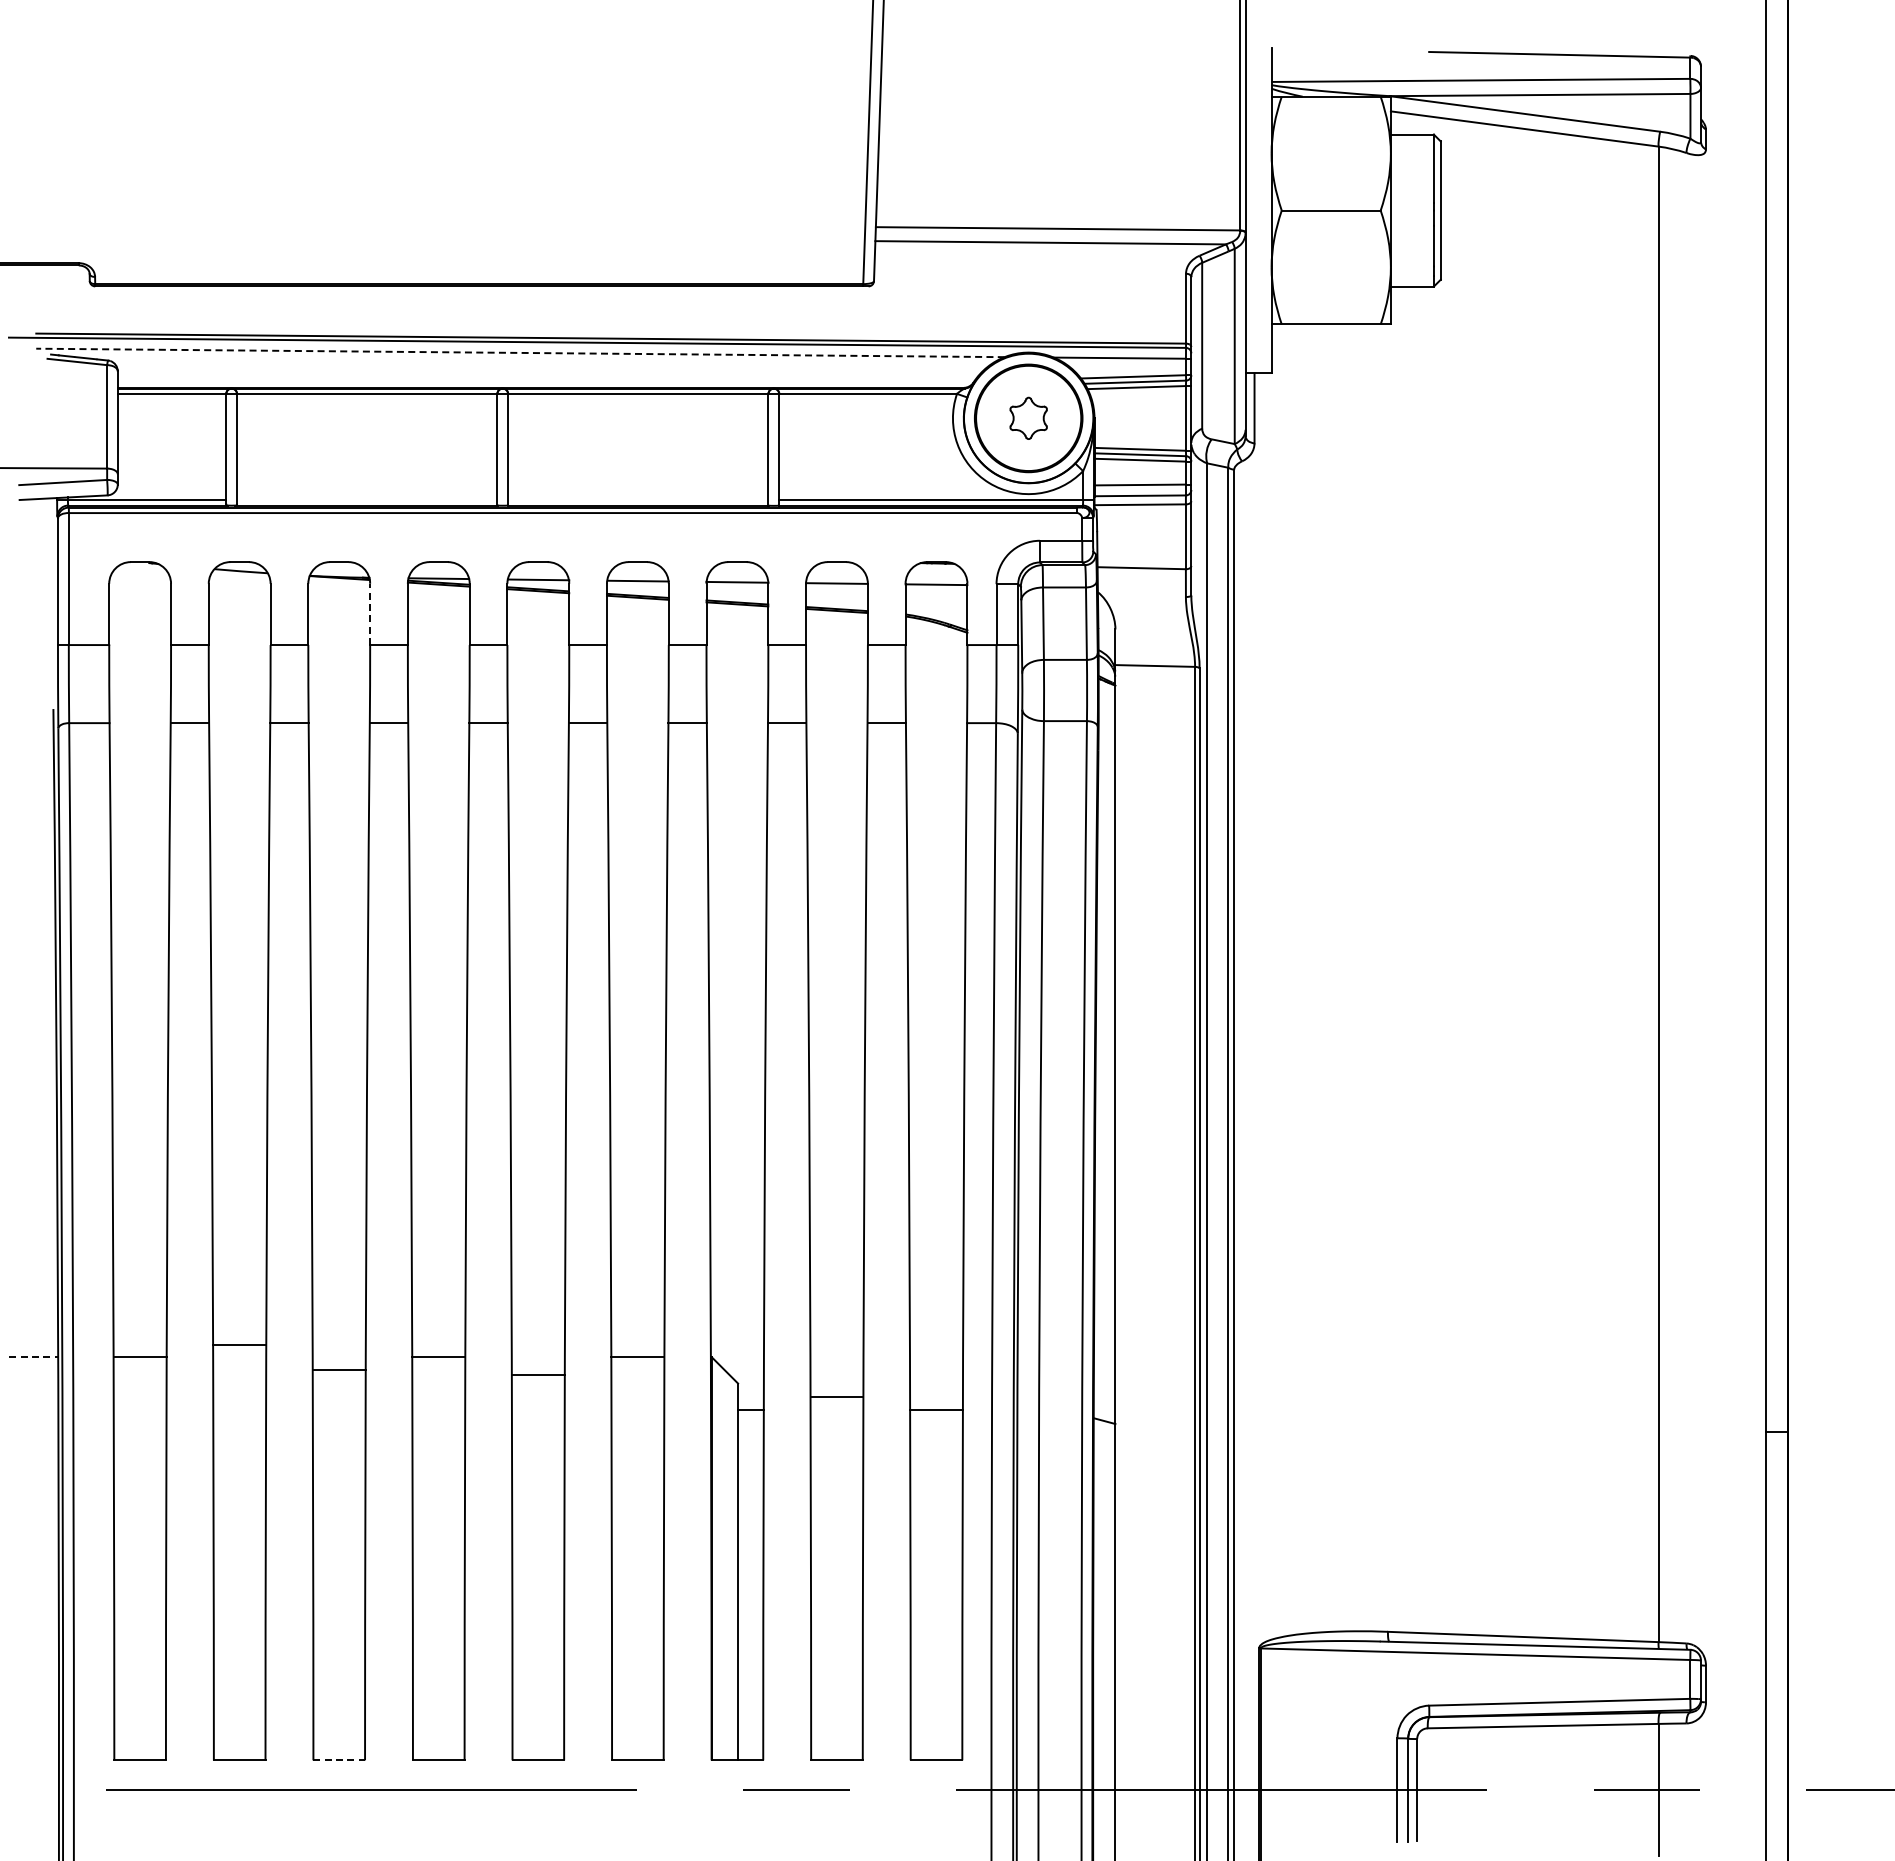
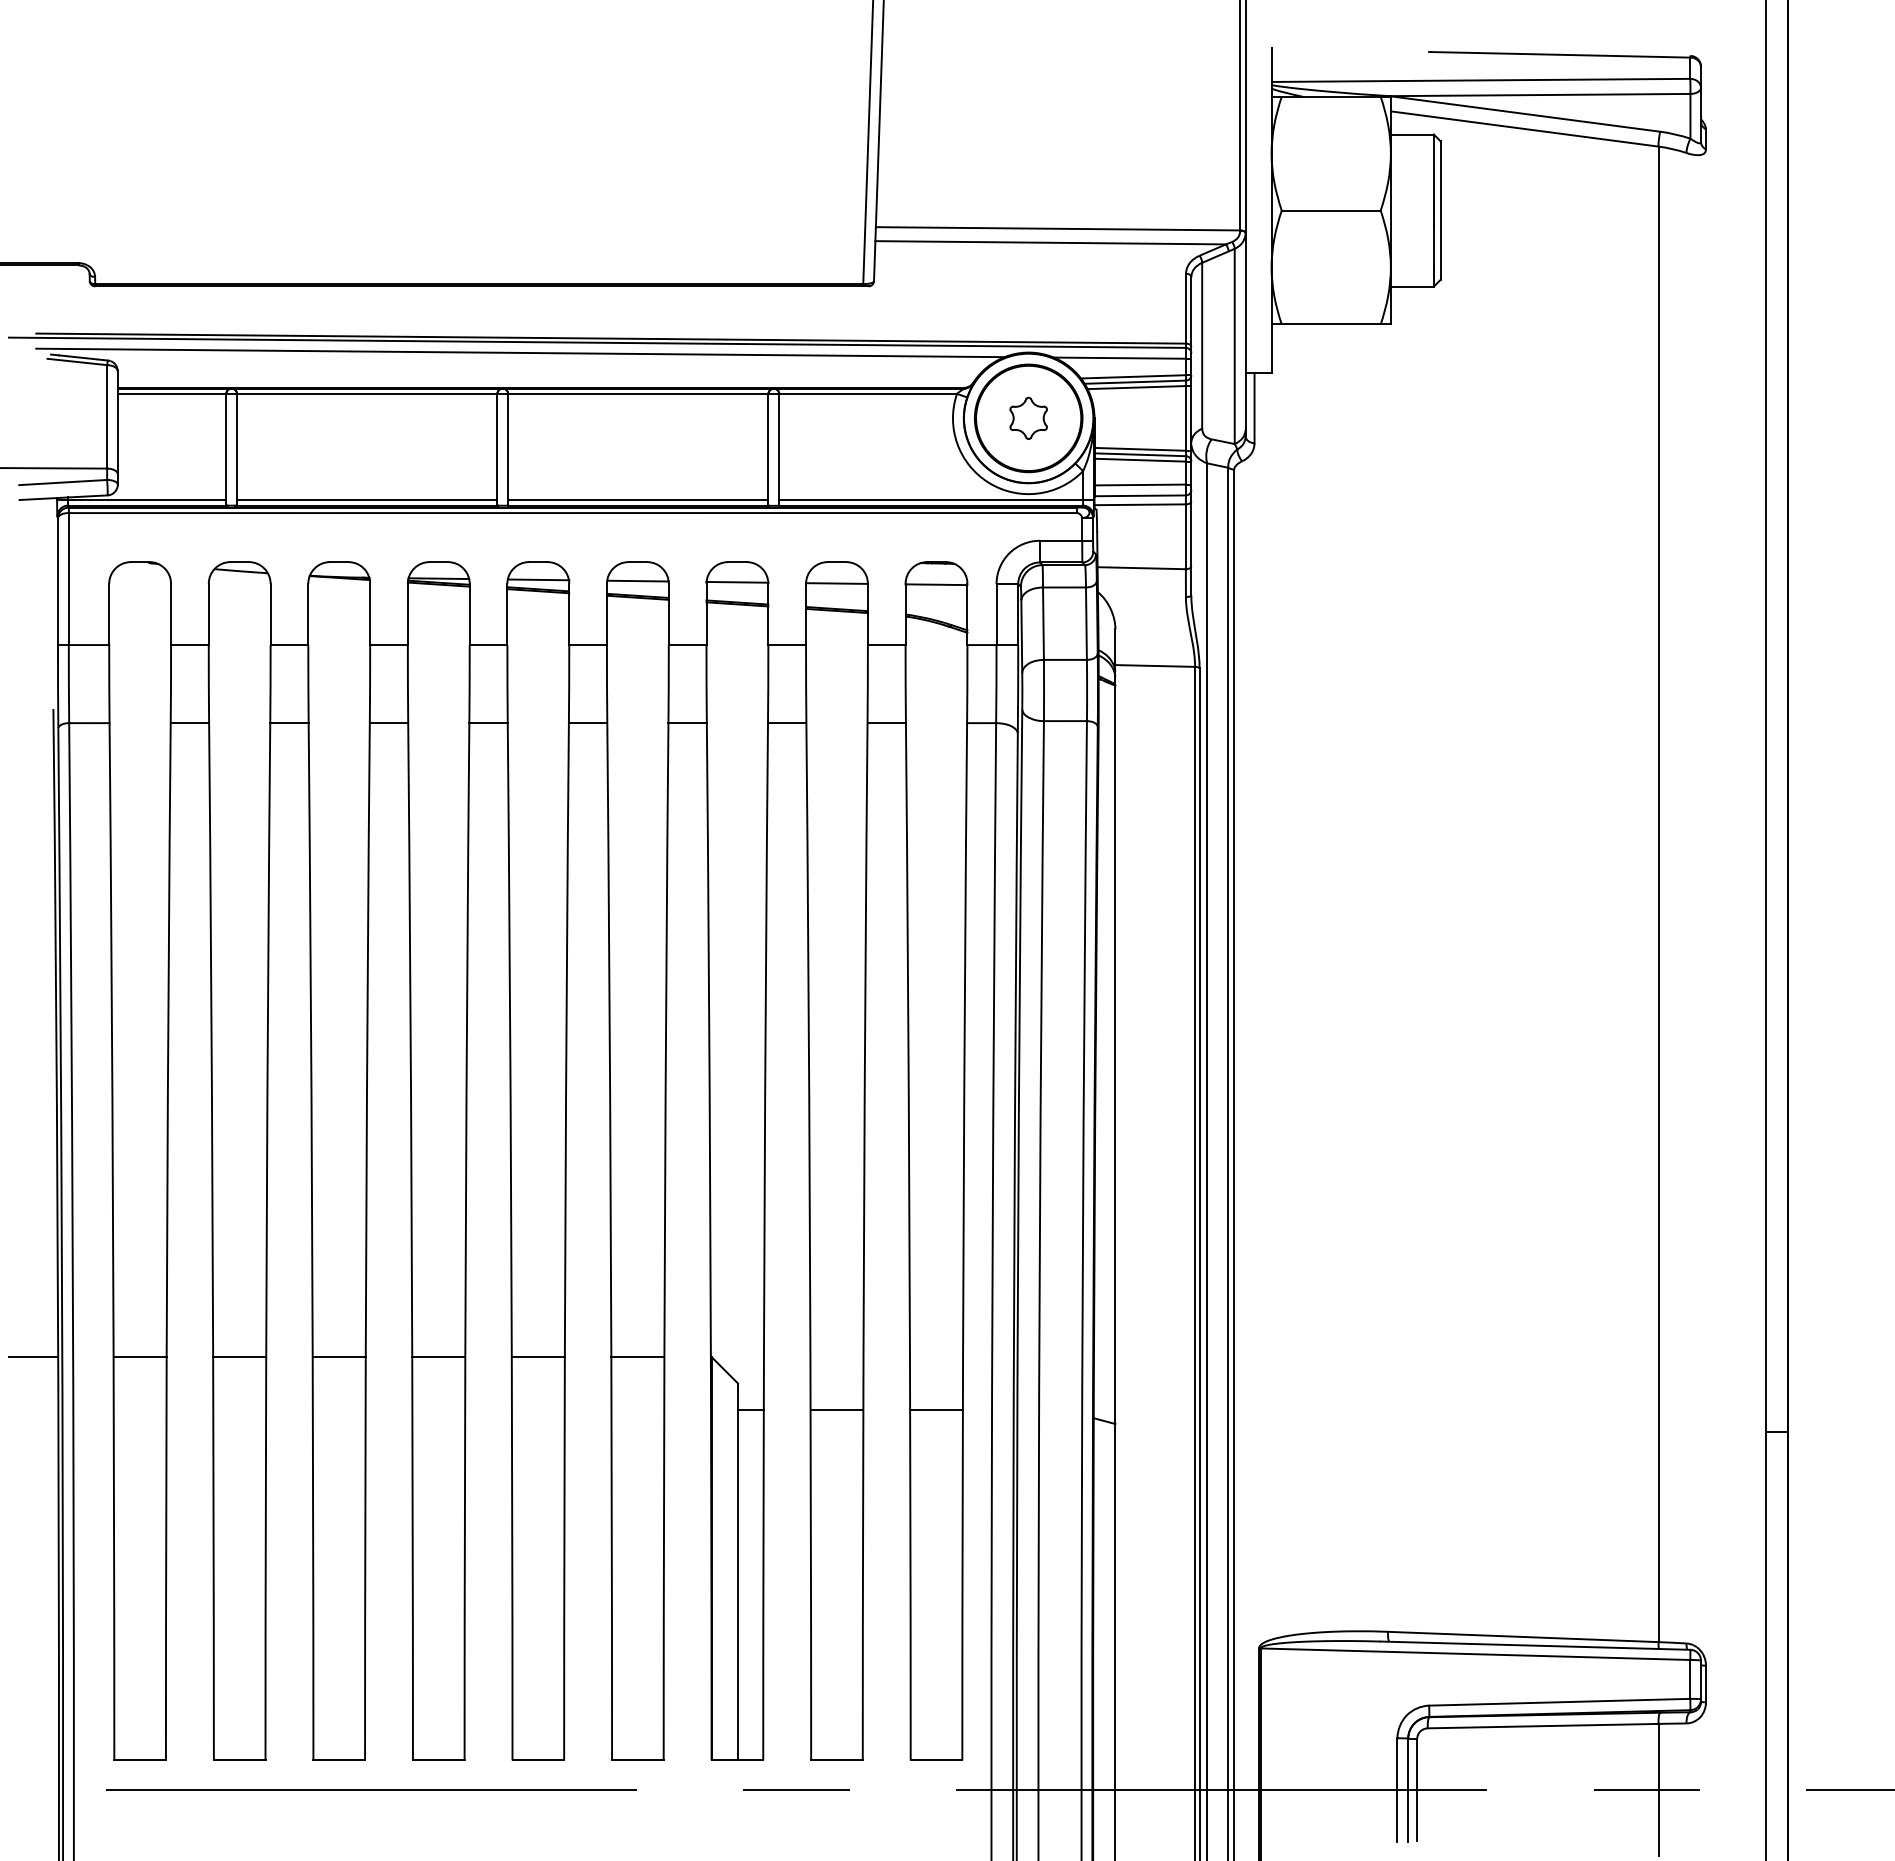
line at (520, 352): dashed -> solid
line at (367, 500): none -> present
line at (638, 500): none -> present
line at (370, 614): dashed -> solid
line at (239, 1345) position: (239, 1345) -> (239, 1357)
line at (34, 1357): dashed -> solid
line at (338, 1370) position: (338, 1370) -> (338, 1357)
line at (537, 1375) position: (537, 1375) -> (537, 1357)
line at (836, 1397) position: (836, 1397) -> (836, 1410)
line at (339, 1760): dashed -> solid
